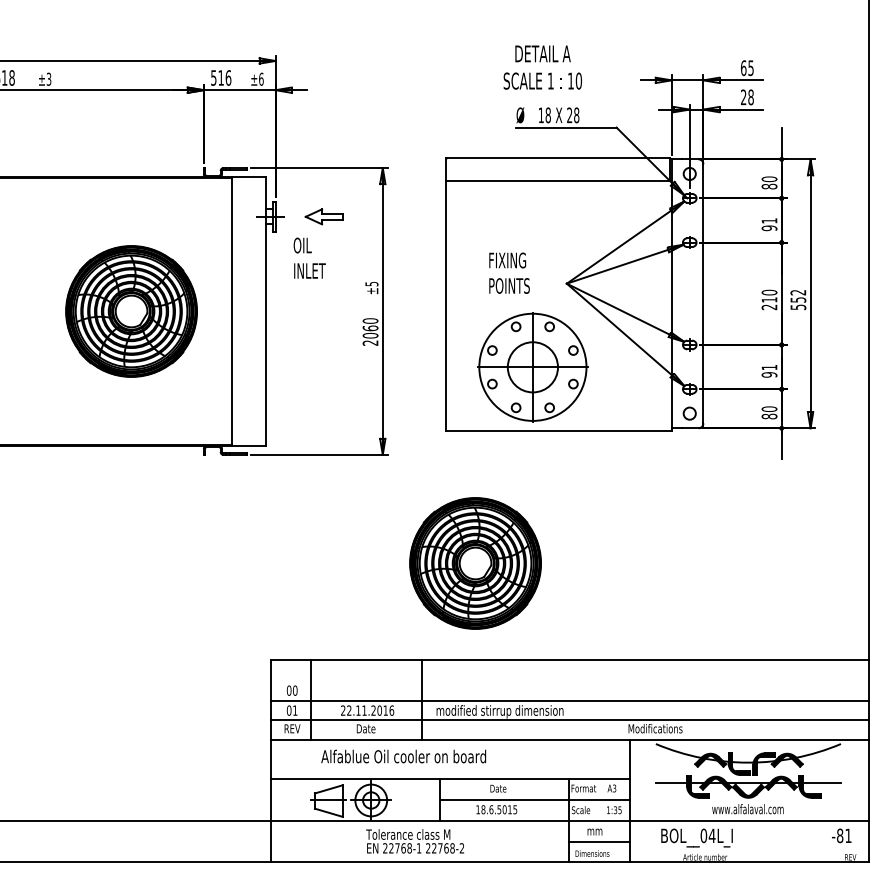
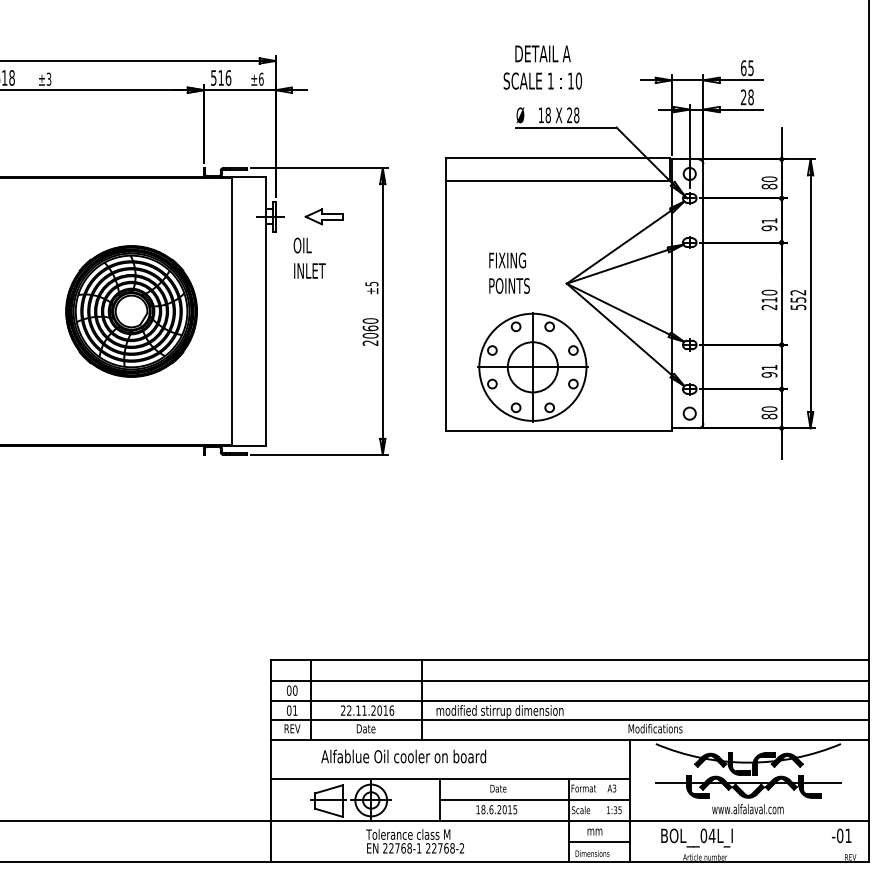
part at (475, 563): present -> none
line at (569, 680): none -> present
text at (499, 809): 18.6.5015 -> 18.6.2015
text at (840, 835): -81 -> -01
